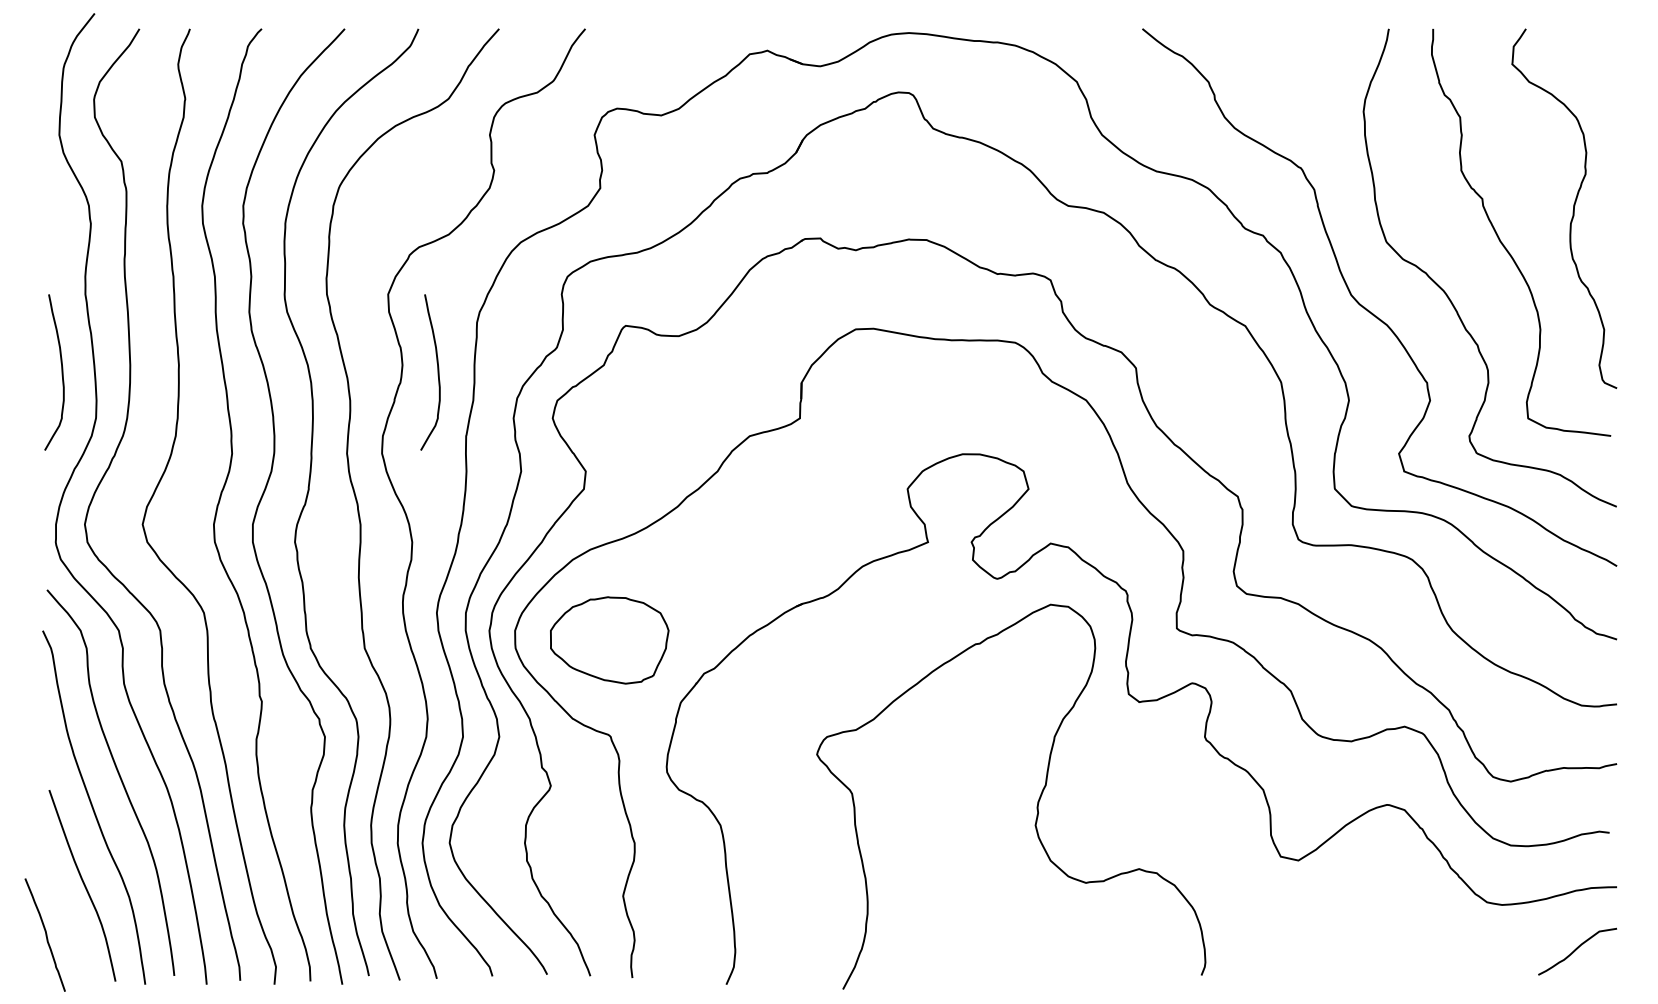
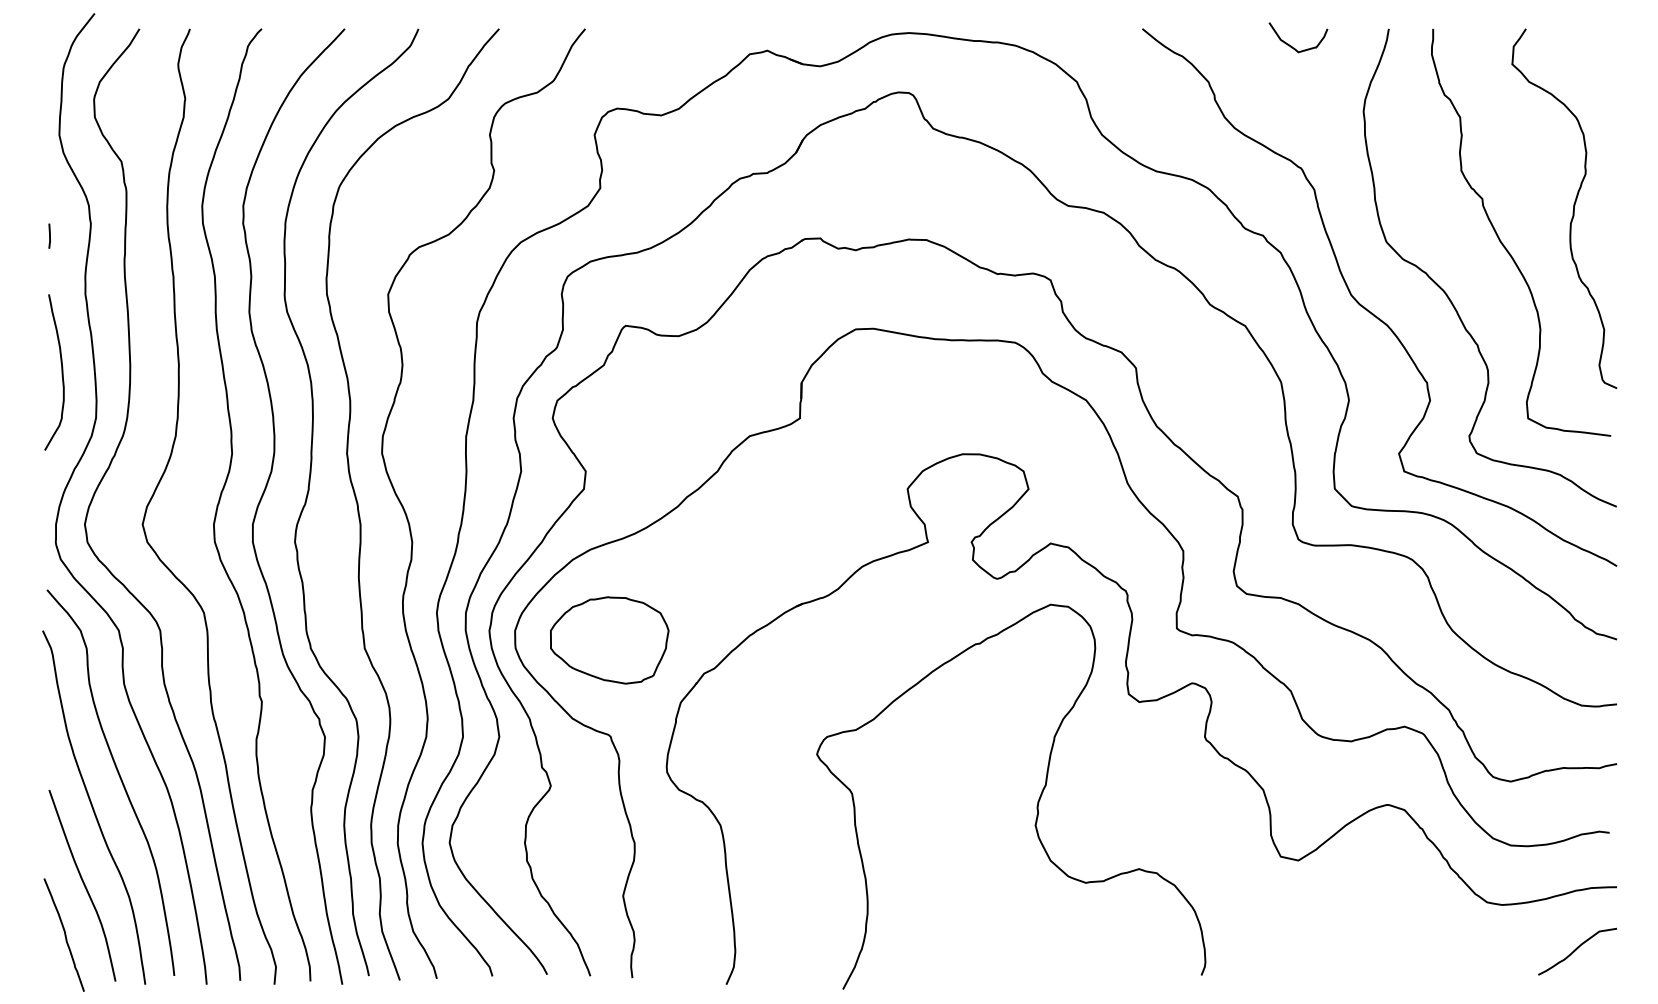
curve at (1291, 45): none -> present
line at (49, 235): none -> present
curve at (437, 372): present -> none
curve at (45, 934) position: (45, 934) -> (64, 934)
